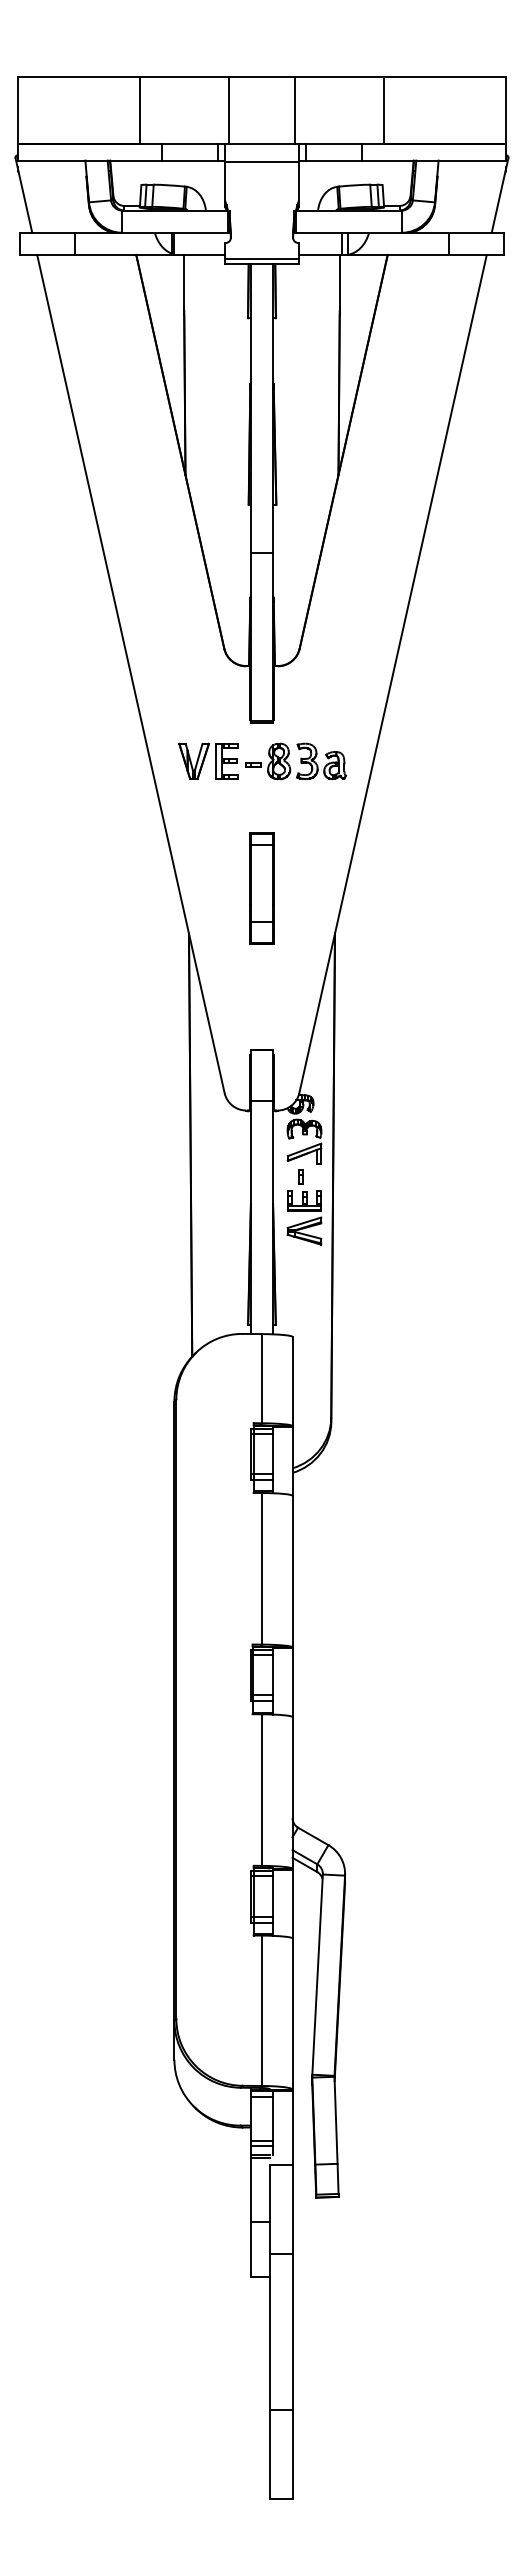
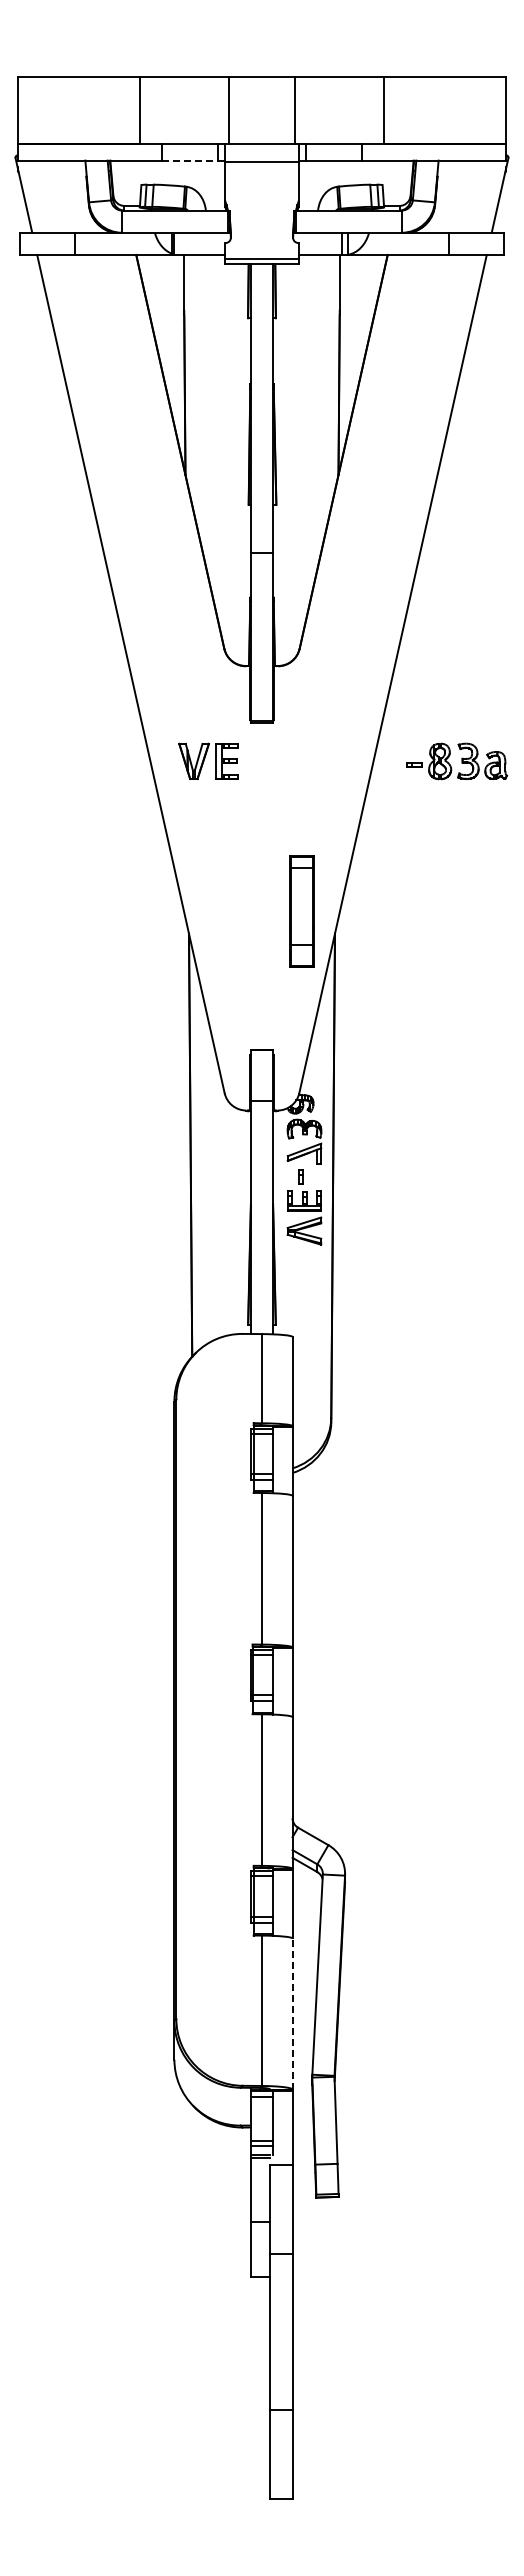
line at (189, 160): solid -> dashed
part at (295, 761) position: (295, 761) -> (456, 761)
part at (261, 888) position: (261, 888) -> (301, 911)
line at (292, 2014): solid -> dashed
